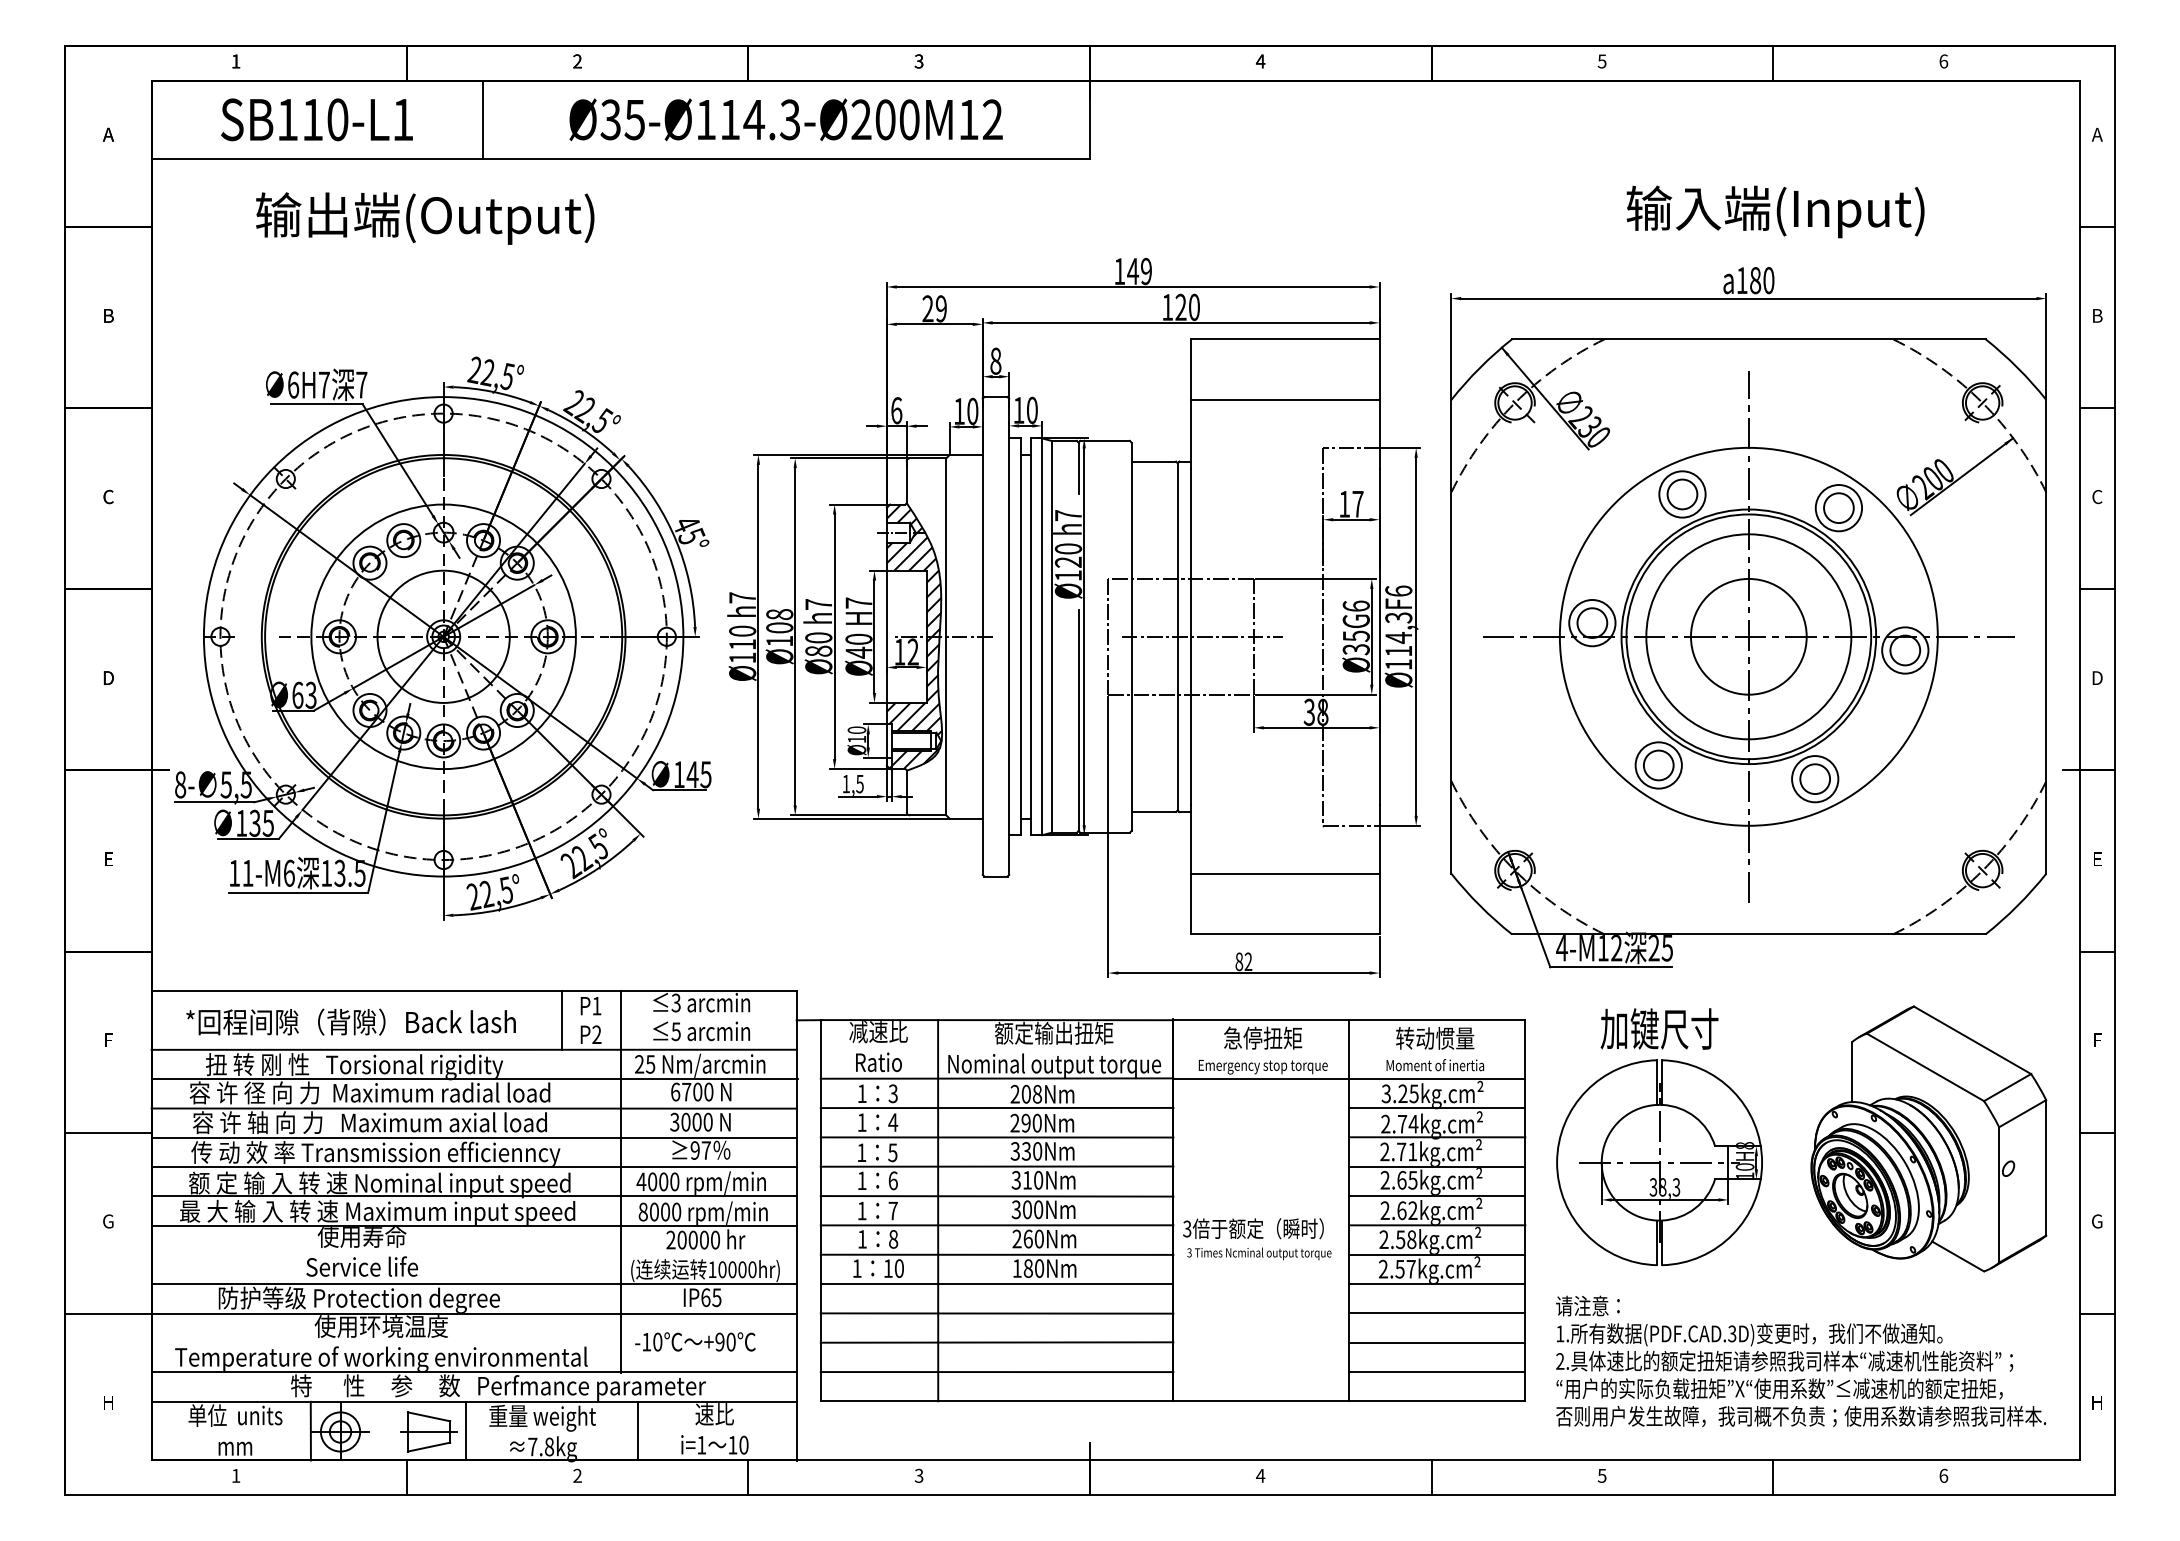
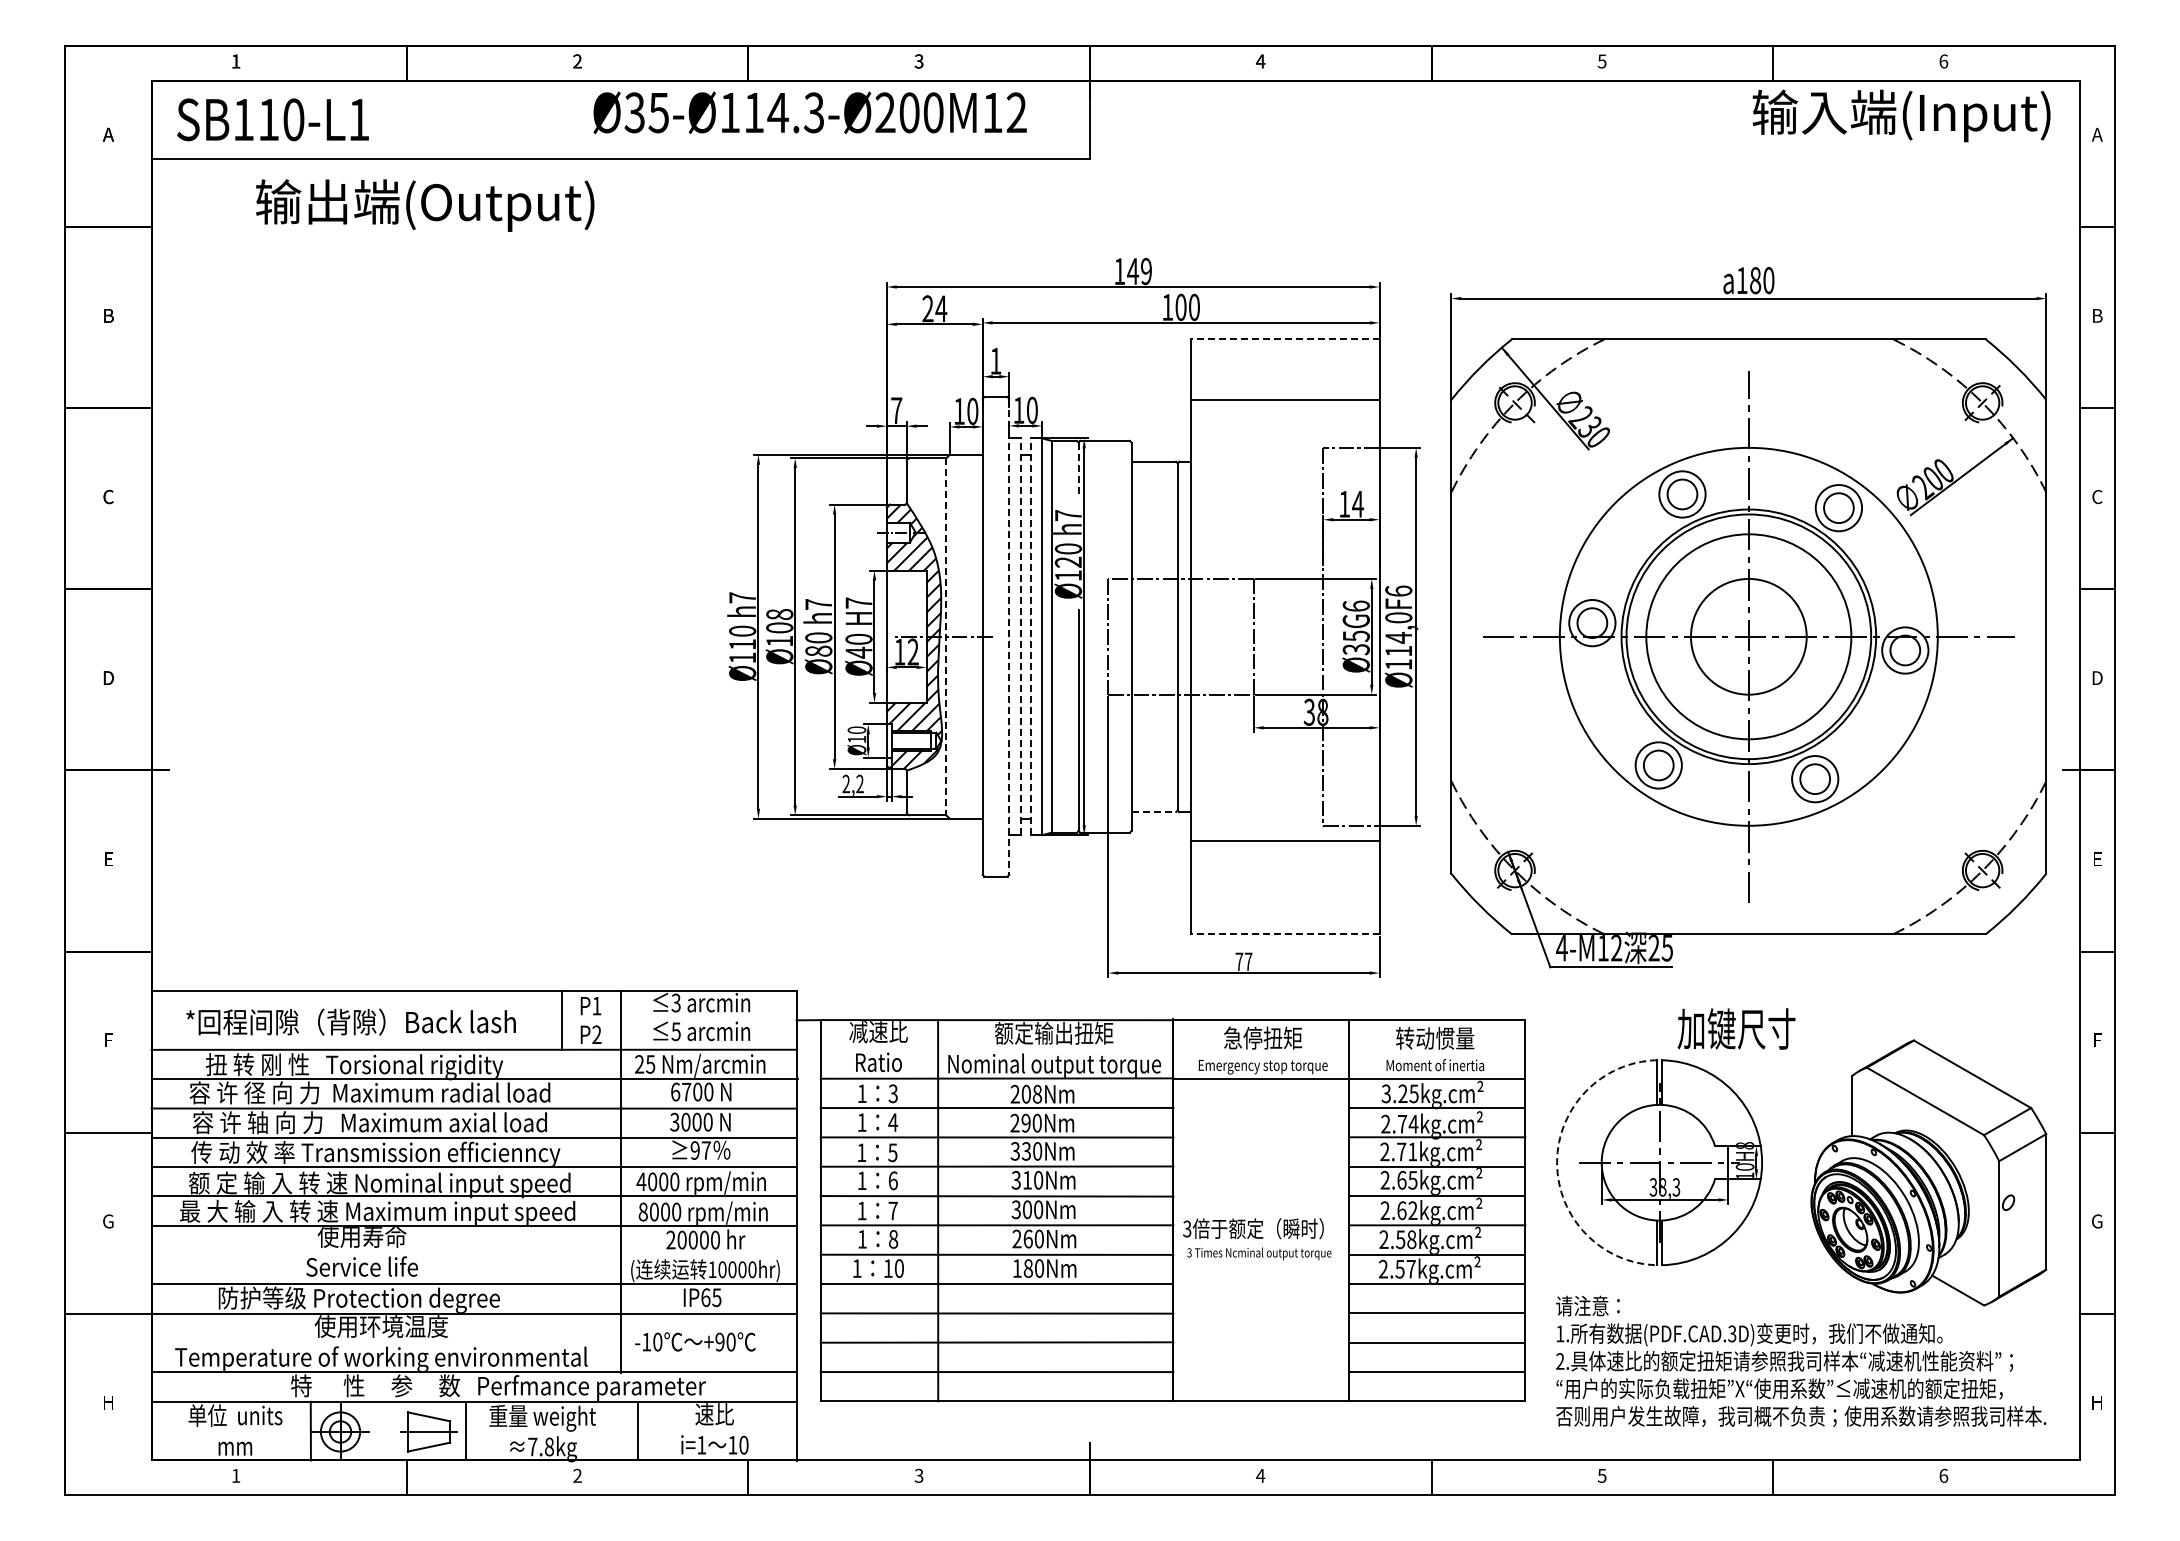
text at (316, 119) position: (316, 119) -> (272, 119)
line at (482, 119): present -> none
text at (785, 119) position: (785, 119) -> (809, 112)
text at (1775, 211) position: (1775, 211) -> (1901, 115)
text at (425, 218) position: (425, 218) -> (425, 205)
text at (1180, 307): 120 -> 100
text at (941, 308): 29 -> 24
line at (1284, 339): solid -> dashed
text at (995, 360): 8 -> 1
text at (896, 410): 6 -> 7
line at (1078, 468): solid -> dashed
text at (1357, 504): 17 -> 14
text at (1398, 617): Ø114,3 -> Ø114,0
line at (946, 636): solid -> dashed
line at (1020, 636): solid -> dashed
line at (1030, 636): solid -> dashed
line at (1201, 636): present -> none
line at (1009, 637): solid -> dashed
part at (442, 638): present -> none
text at (852, 783): 1,5 -> 2,2
line at (1154, 812): solid -> dashed
line at (1285, 873) position: (1285, 873) -> (1285, 840)
line at (1284, 934): solid -> dashed
text at (1243, 961): 82 -> 77
text at (1659, 1028) position: (1659, 1028) -> (1736, 1028)
part at (1928, 1138) position: (1928, 1138) -> (1928, 1172)
arc at (1557, 1162): solid -> dashed
